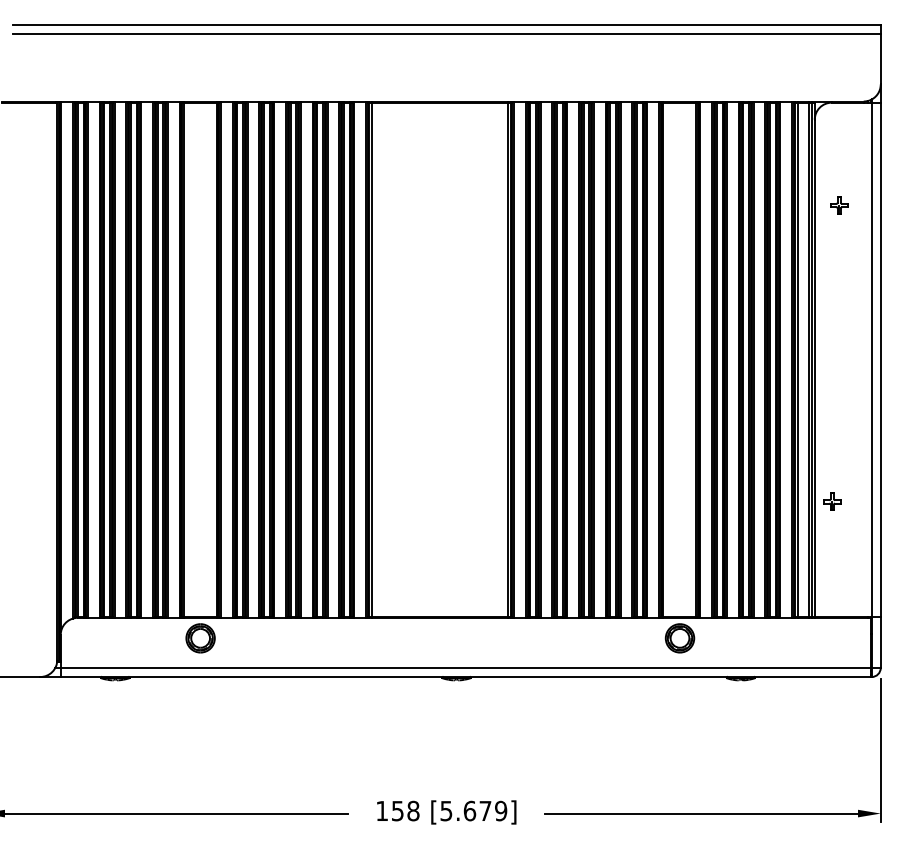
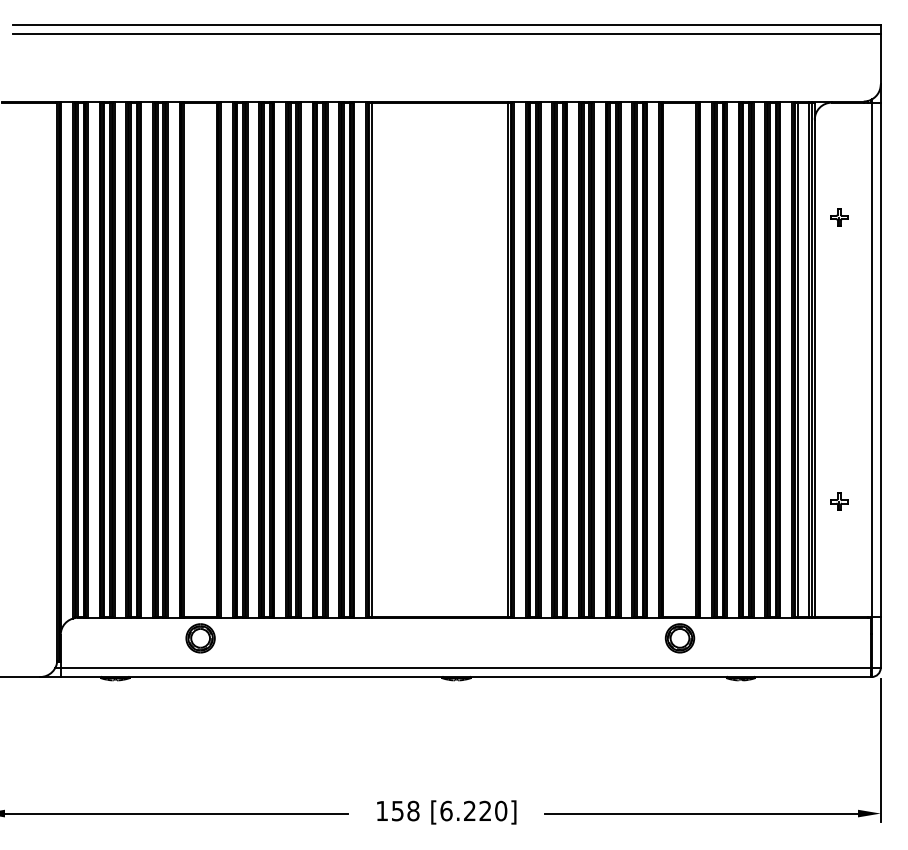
part at (839, 205) position: (839, 205) -> (839, 217)
part at (832, 501) position: (832, 501) -> (839, 501)
text at (473, 810): [5.679] -> [6.220]
